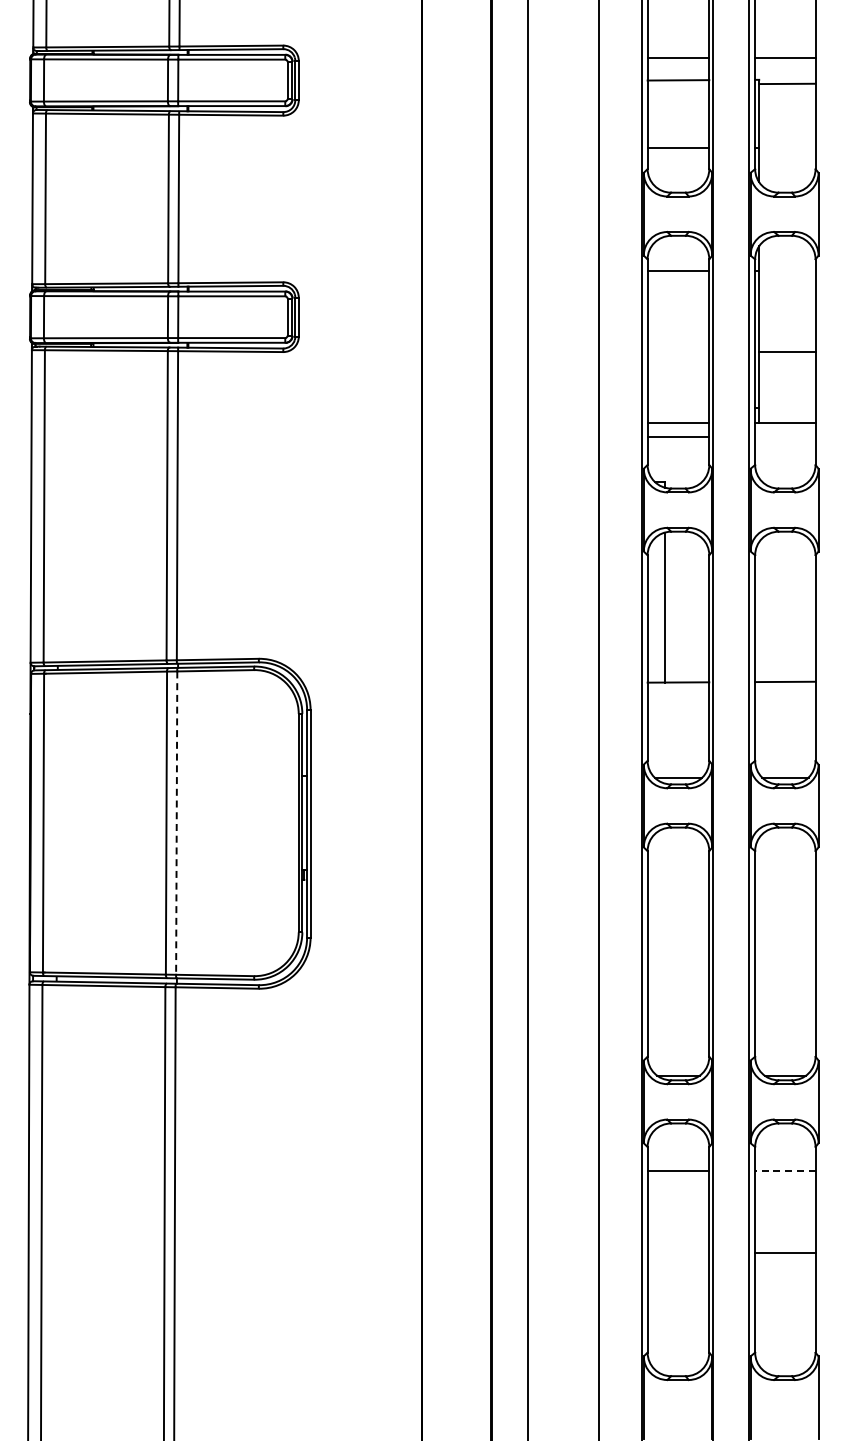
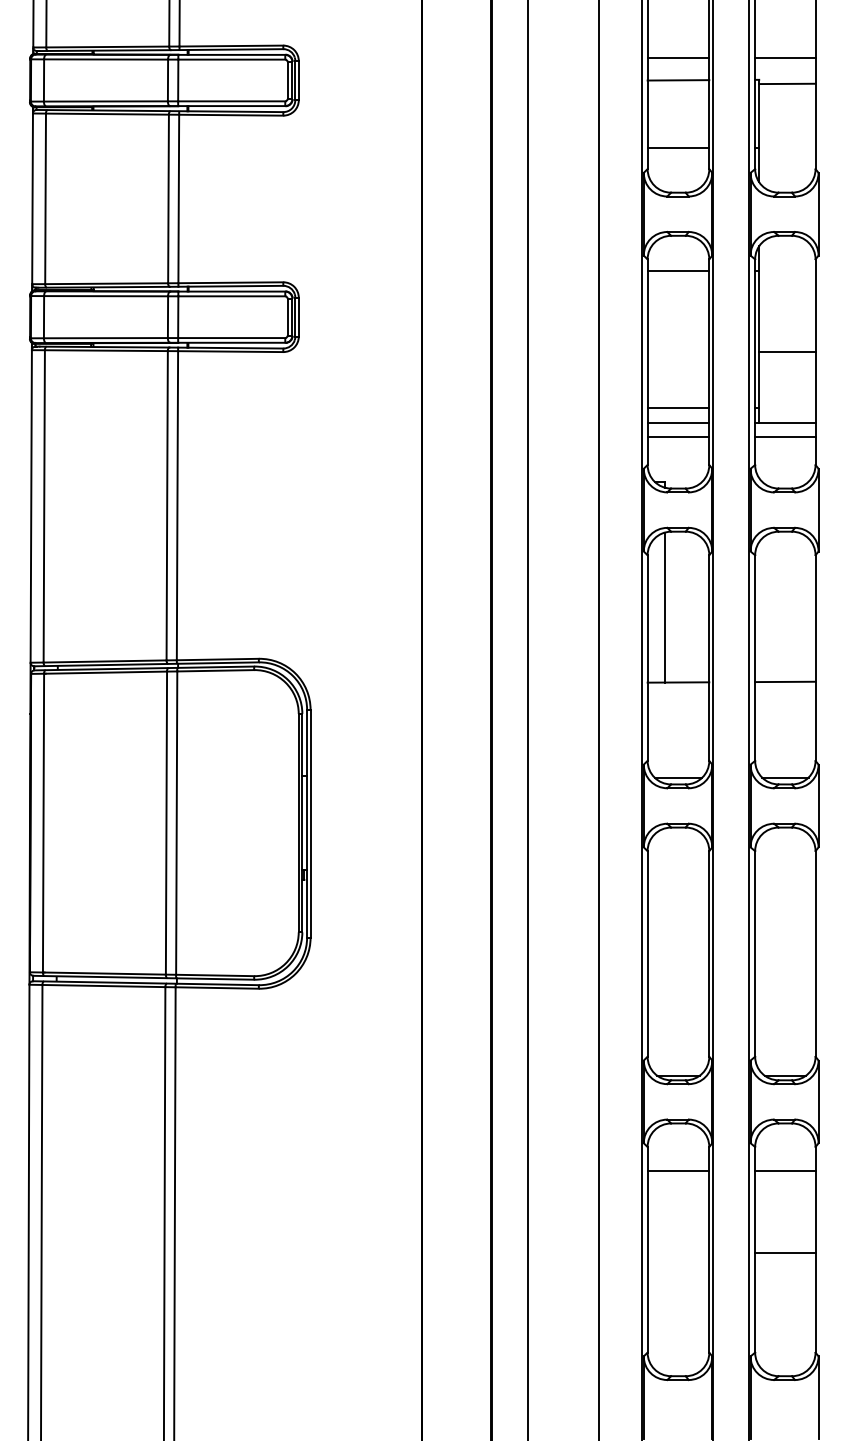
line at (678, 408): none -> present
line at (785, 436): none -> present
line at (176, 823): dashed -> solid
line at (784, 1170): dashed -> solid
